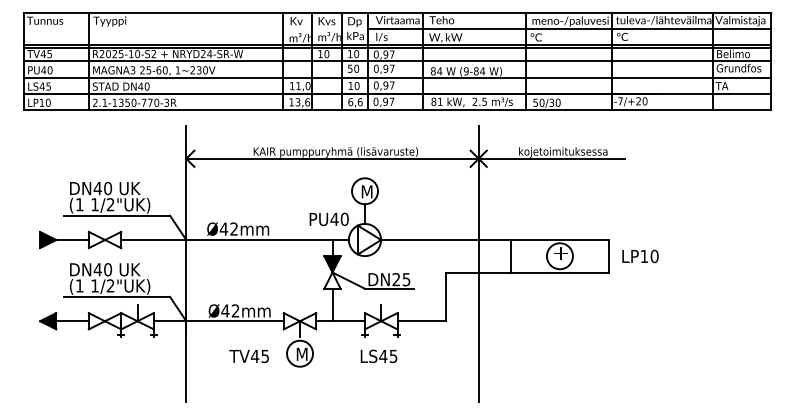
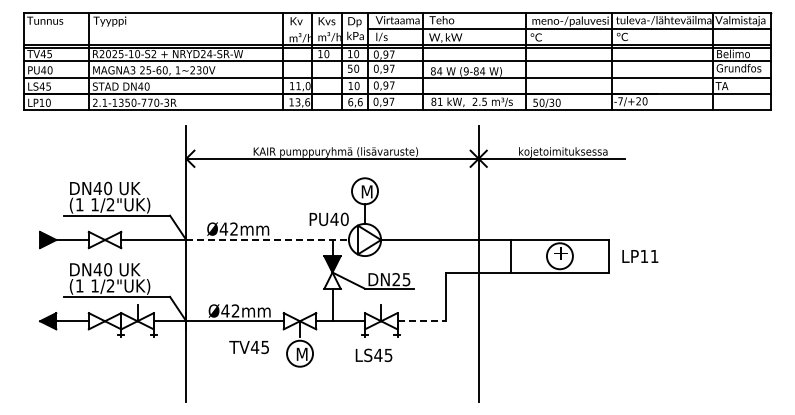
line at (268, 240): solid -> dashed
text at (654, 256): LP10 -> LP11
line at (422, 321): solid -> dashed
text at (248, 356) position: (248, 356) -> (248, 347)
text at (378, 356) position: (378, 356) -> (373, 355)
